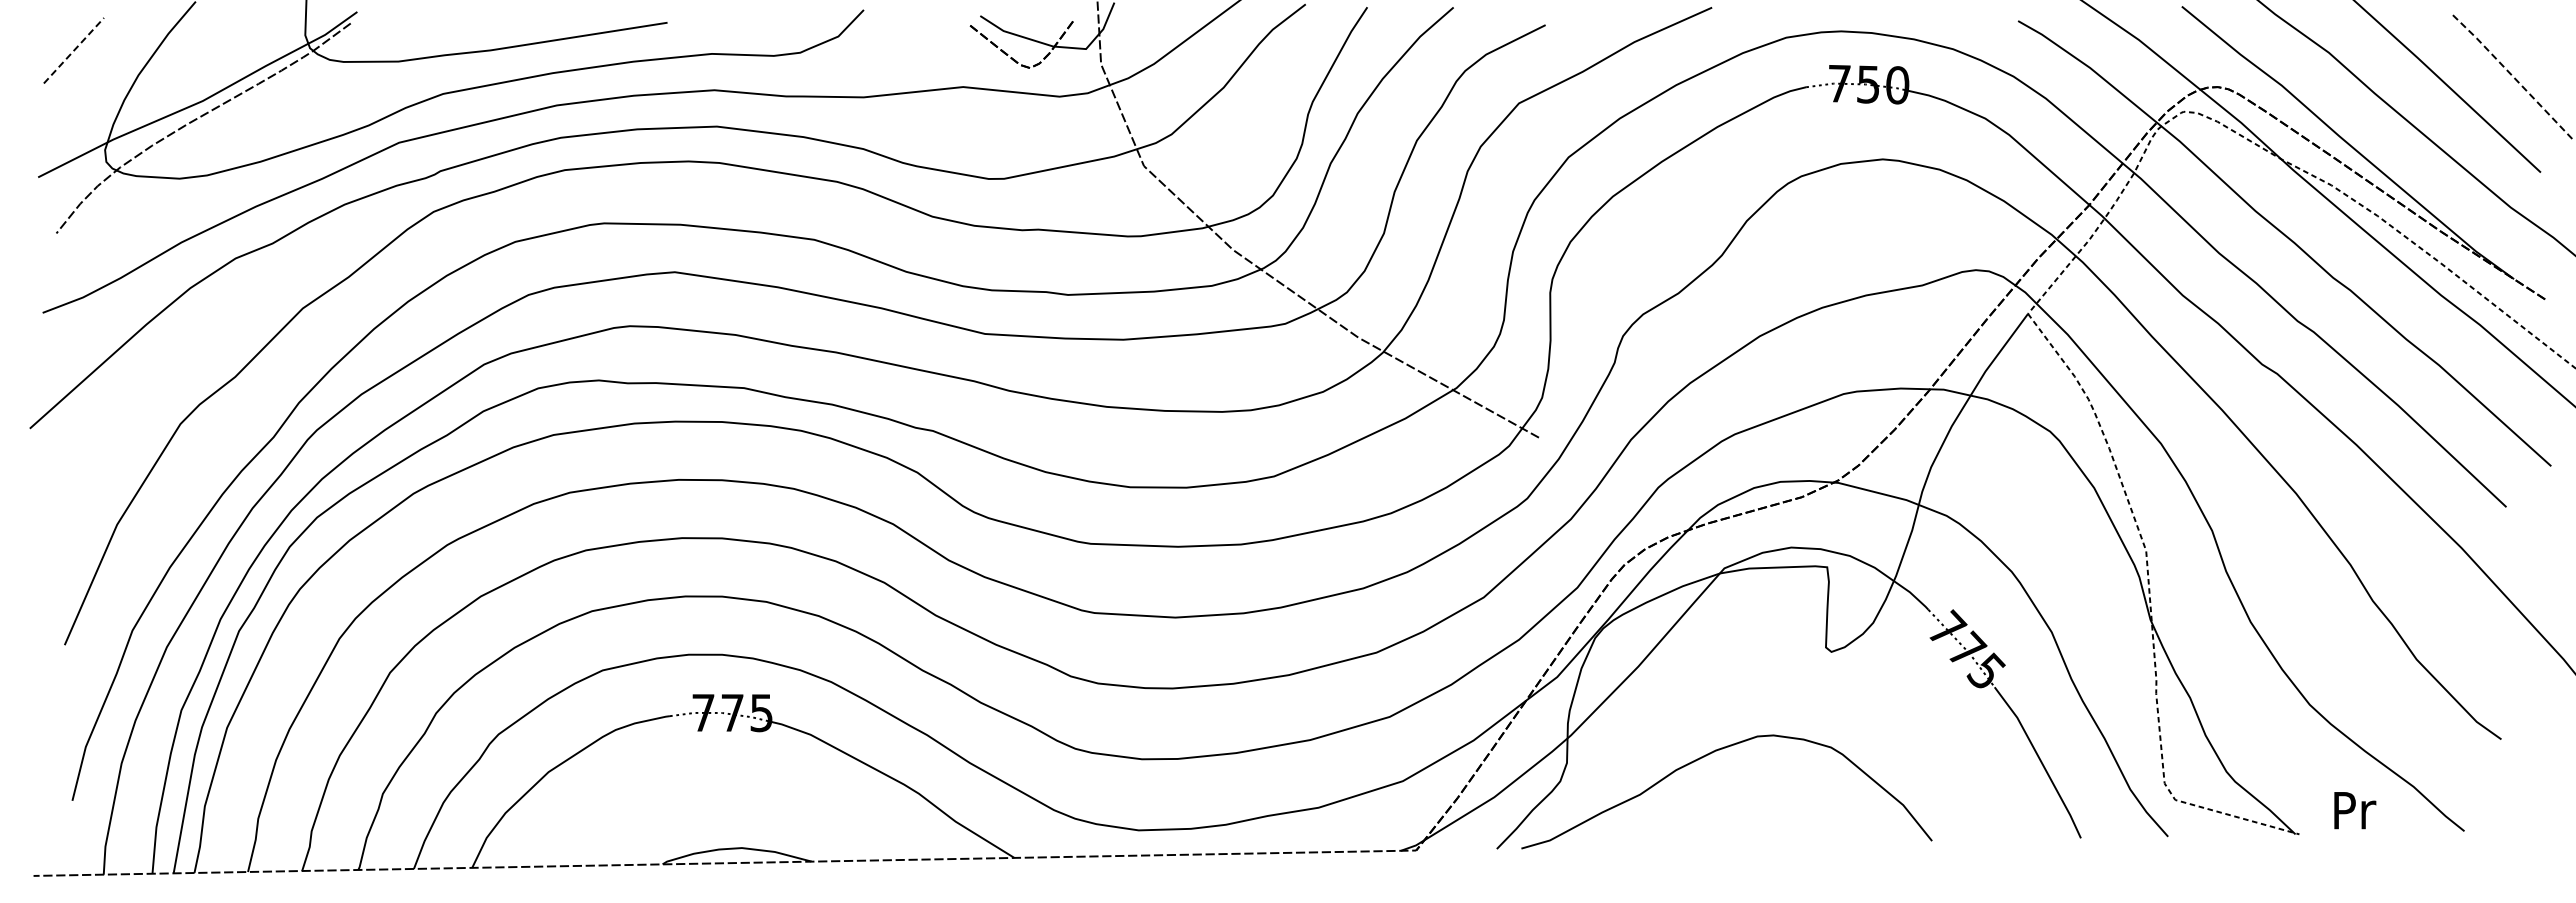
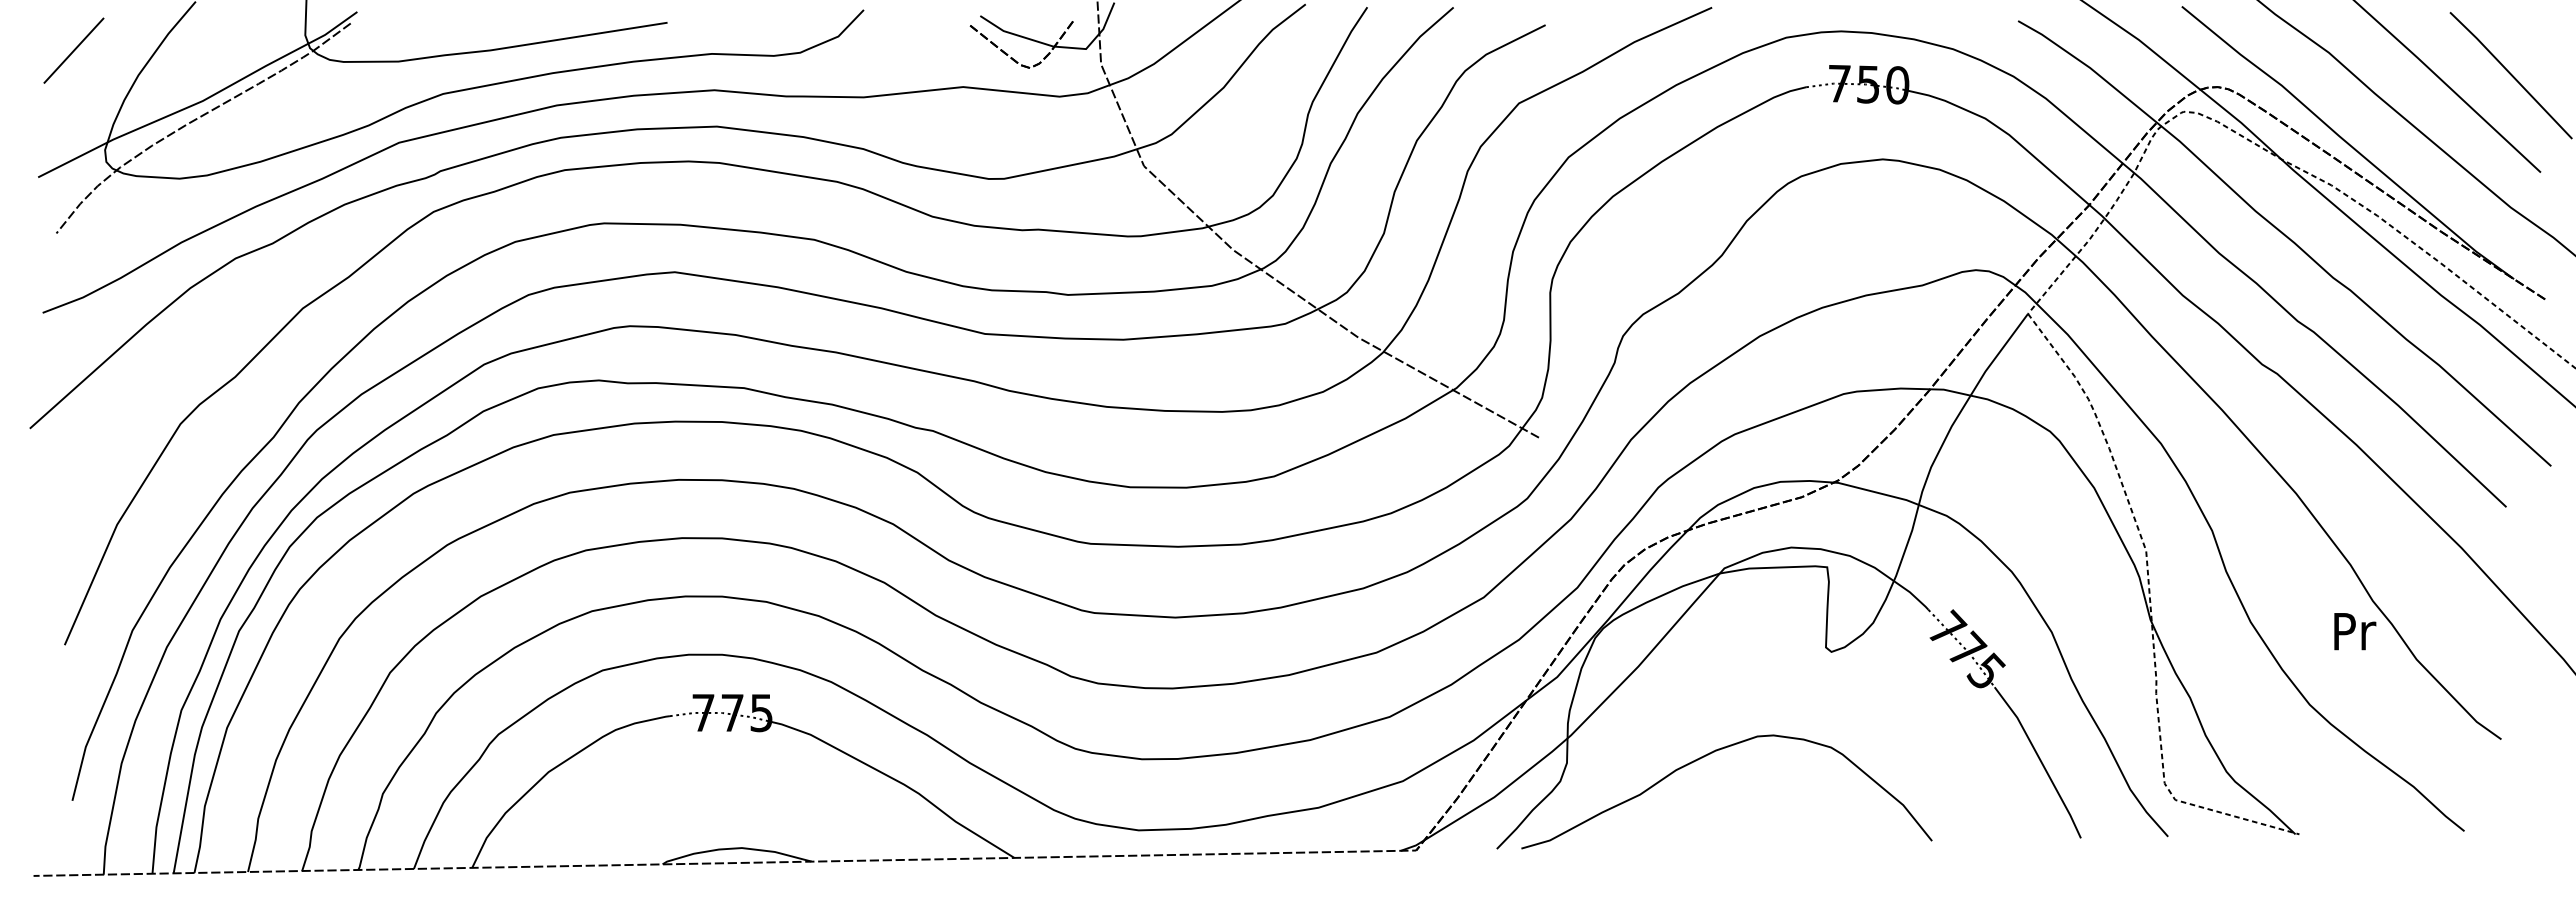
line at (74, 50): dashed -> solid
line at (2511, 74): dashed -> solid
text at (2355, 810) position: (2355, 810) -> (2355, 631)
